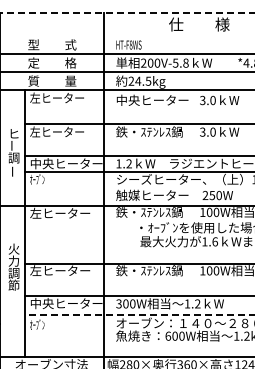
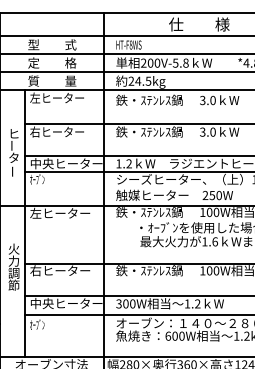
line at (127, 13): dashed -> solid
line at (126, 36): none -> present
text at (152, 99): 中央ヒーター -> 鉄・ｽﾃﾝﾚｽ鍋
text at (35, 131): 左ヒーター -> 右ヒーター
text at (13, 157): 調 -> タ
text at (35, 270): 左ヒーター -> 右ヒーター
line at (139, 314): dashed -> solid
